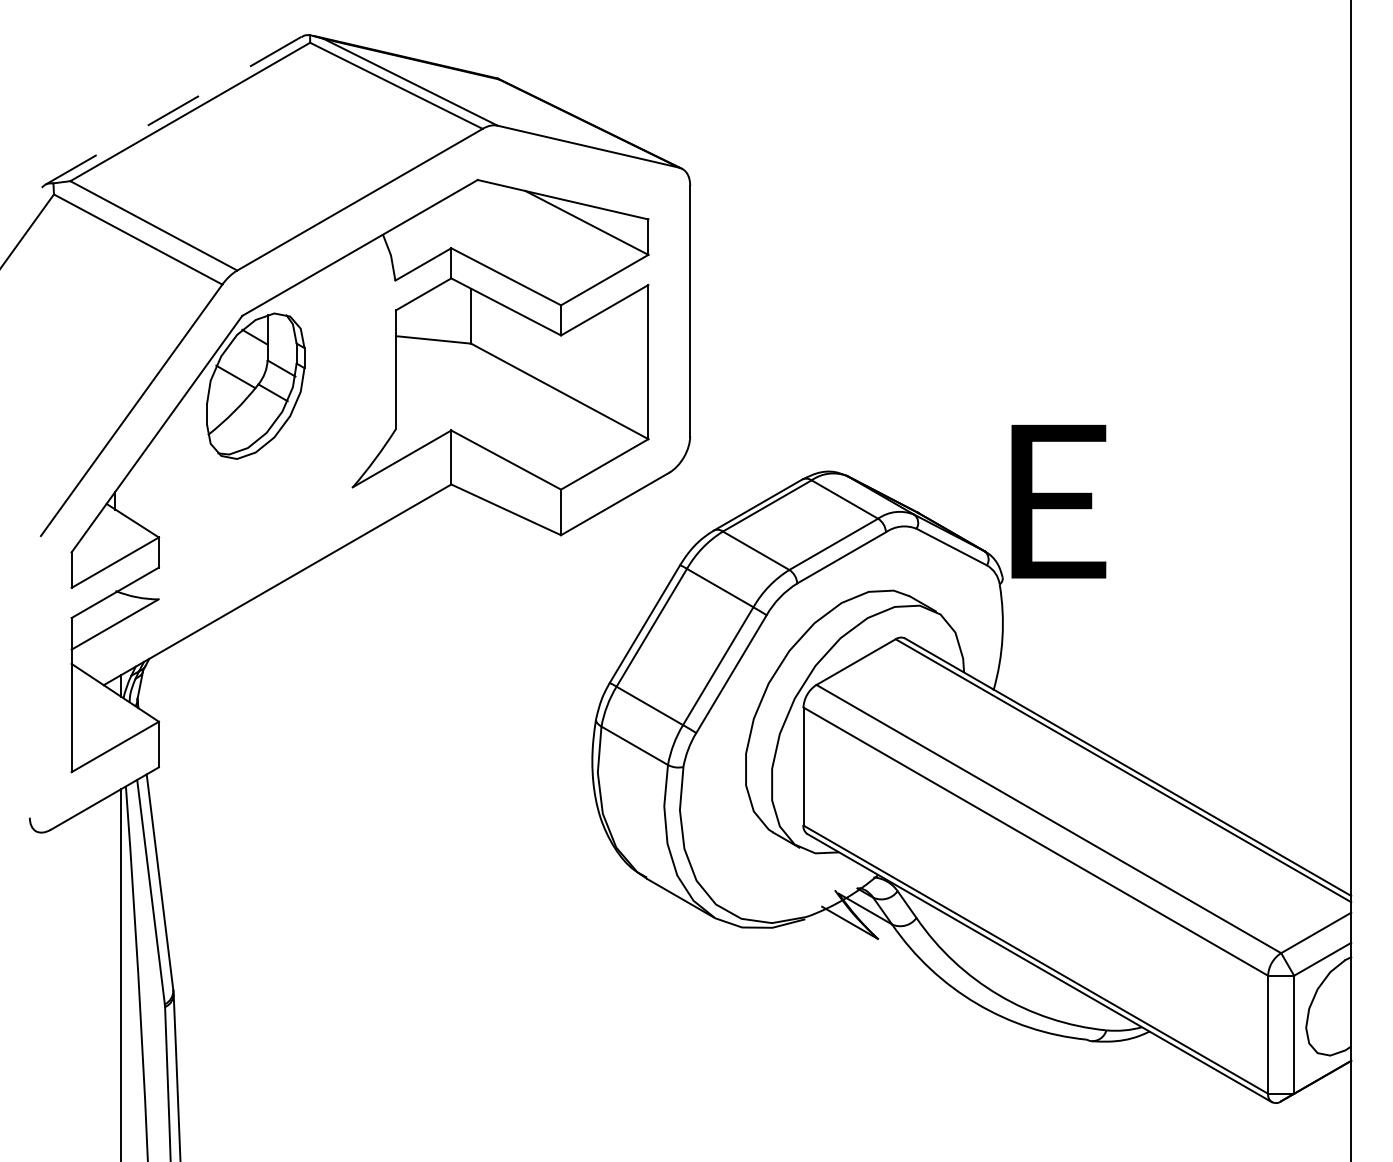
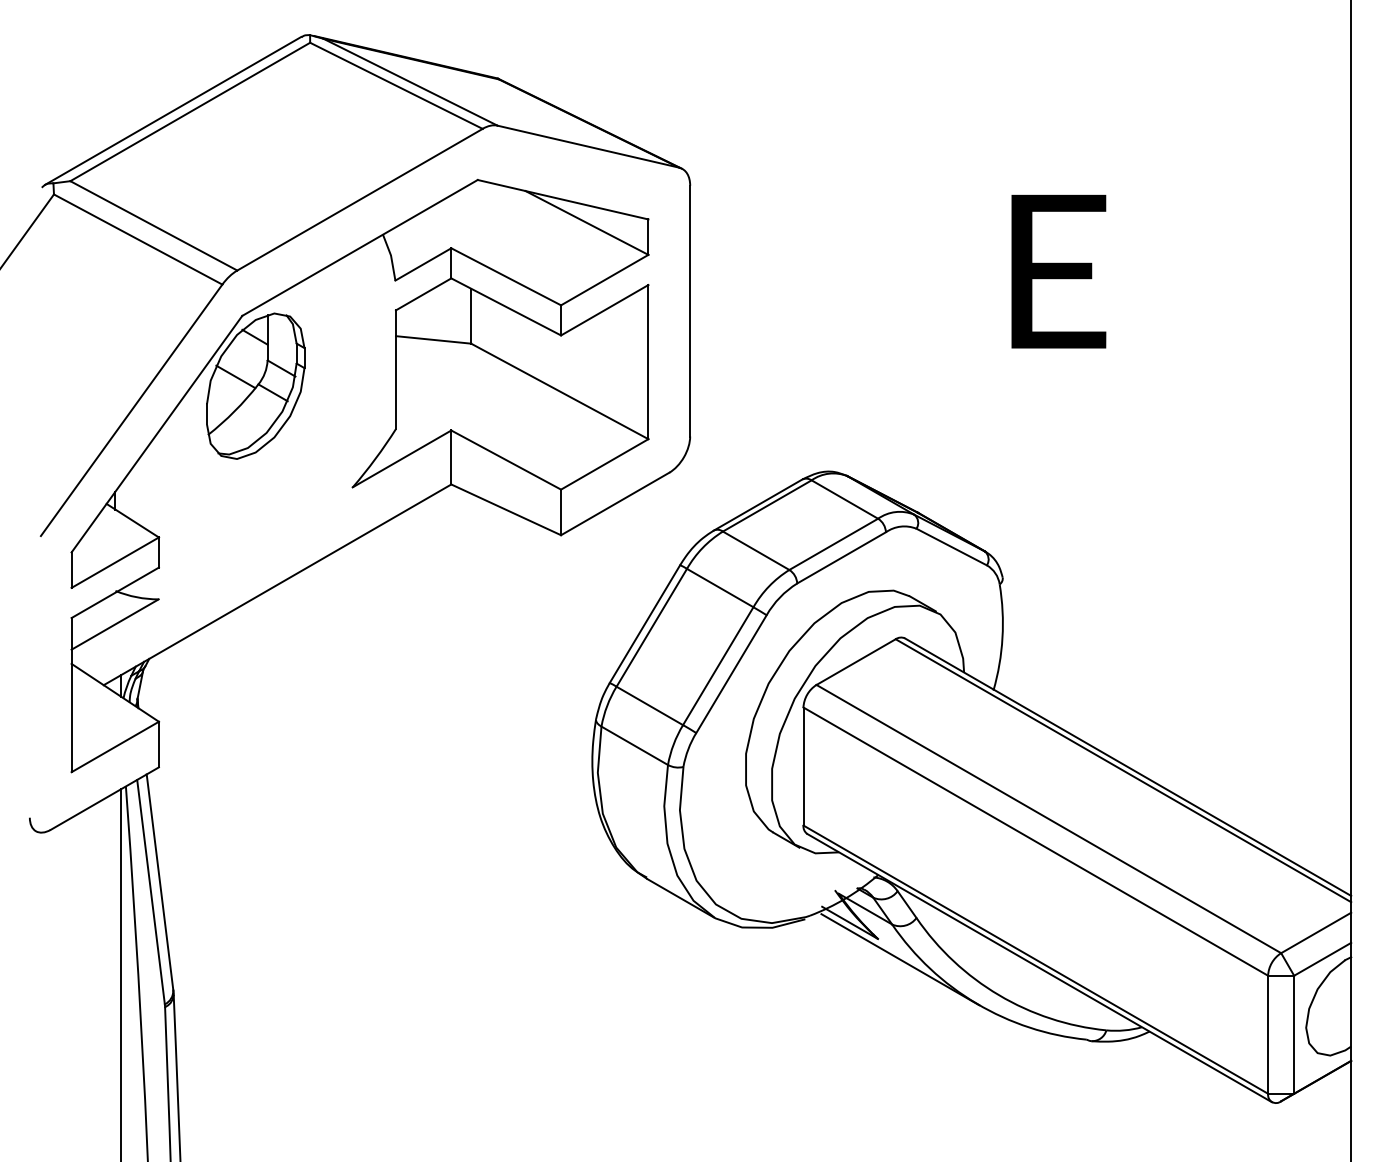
line at (173, 110): dashed -> solid
text at (1058, 501) position: (1058, 501) -> (1058, 271)
line at (900, 959): none -> present
